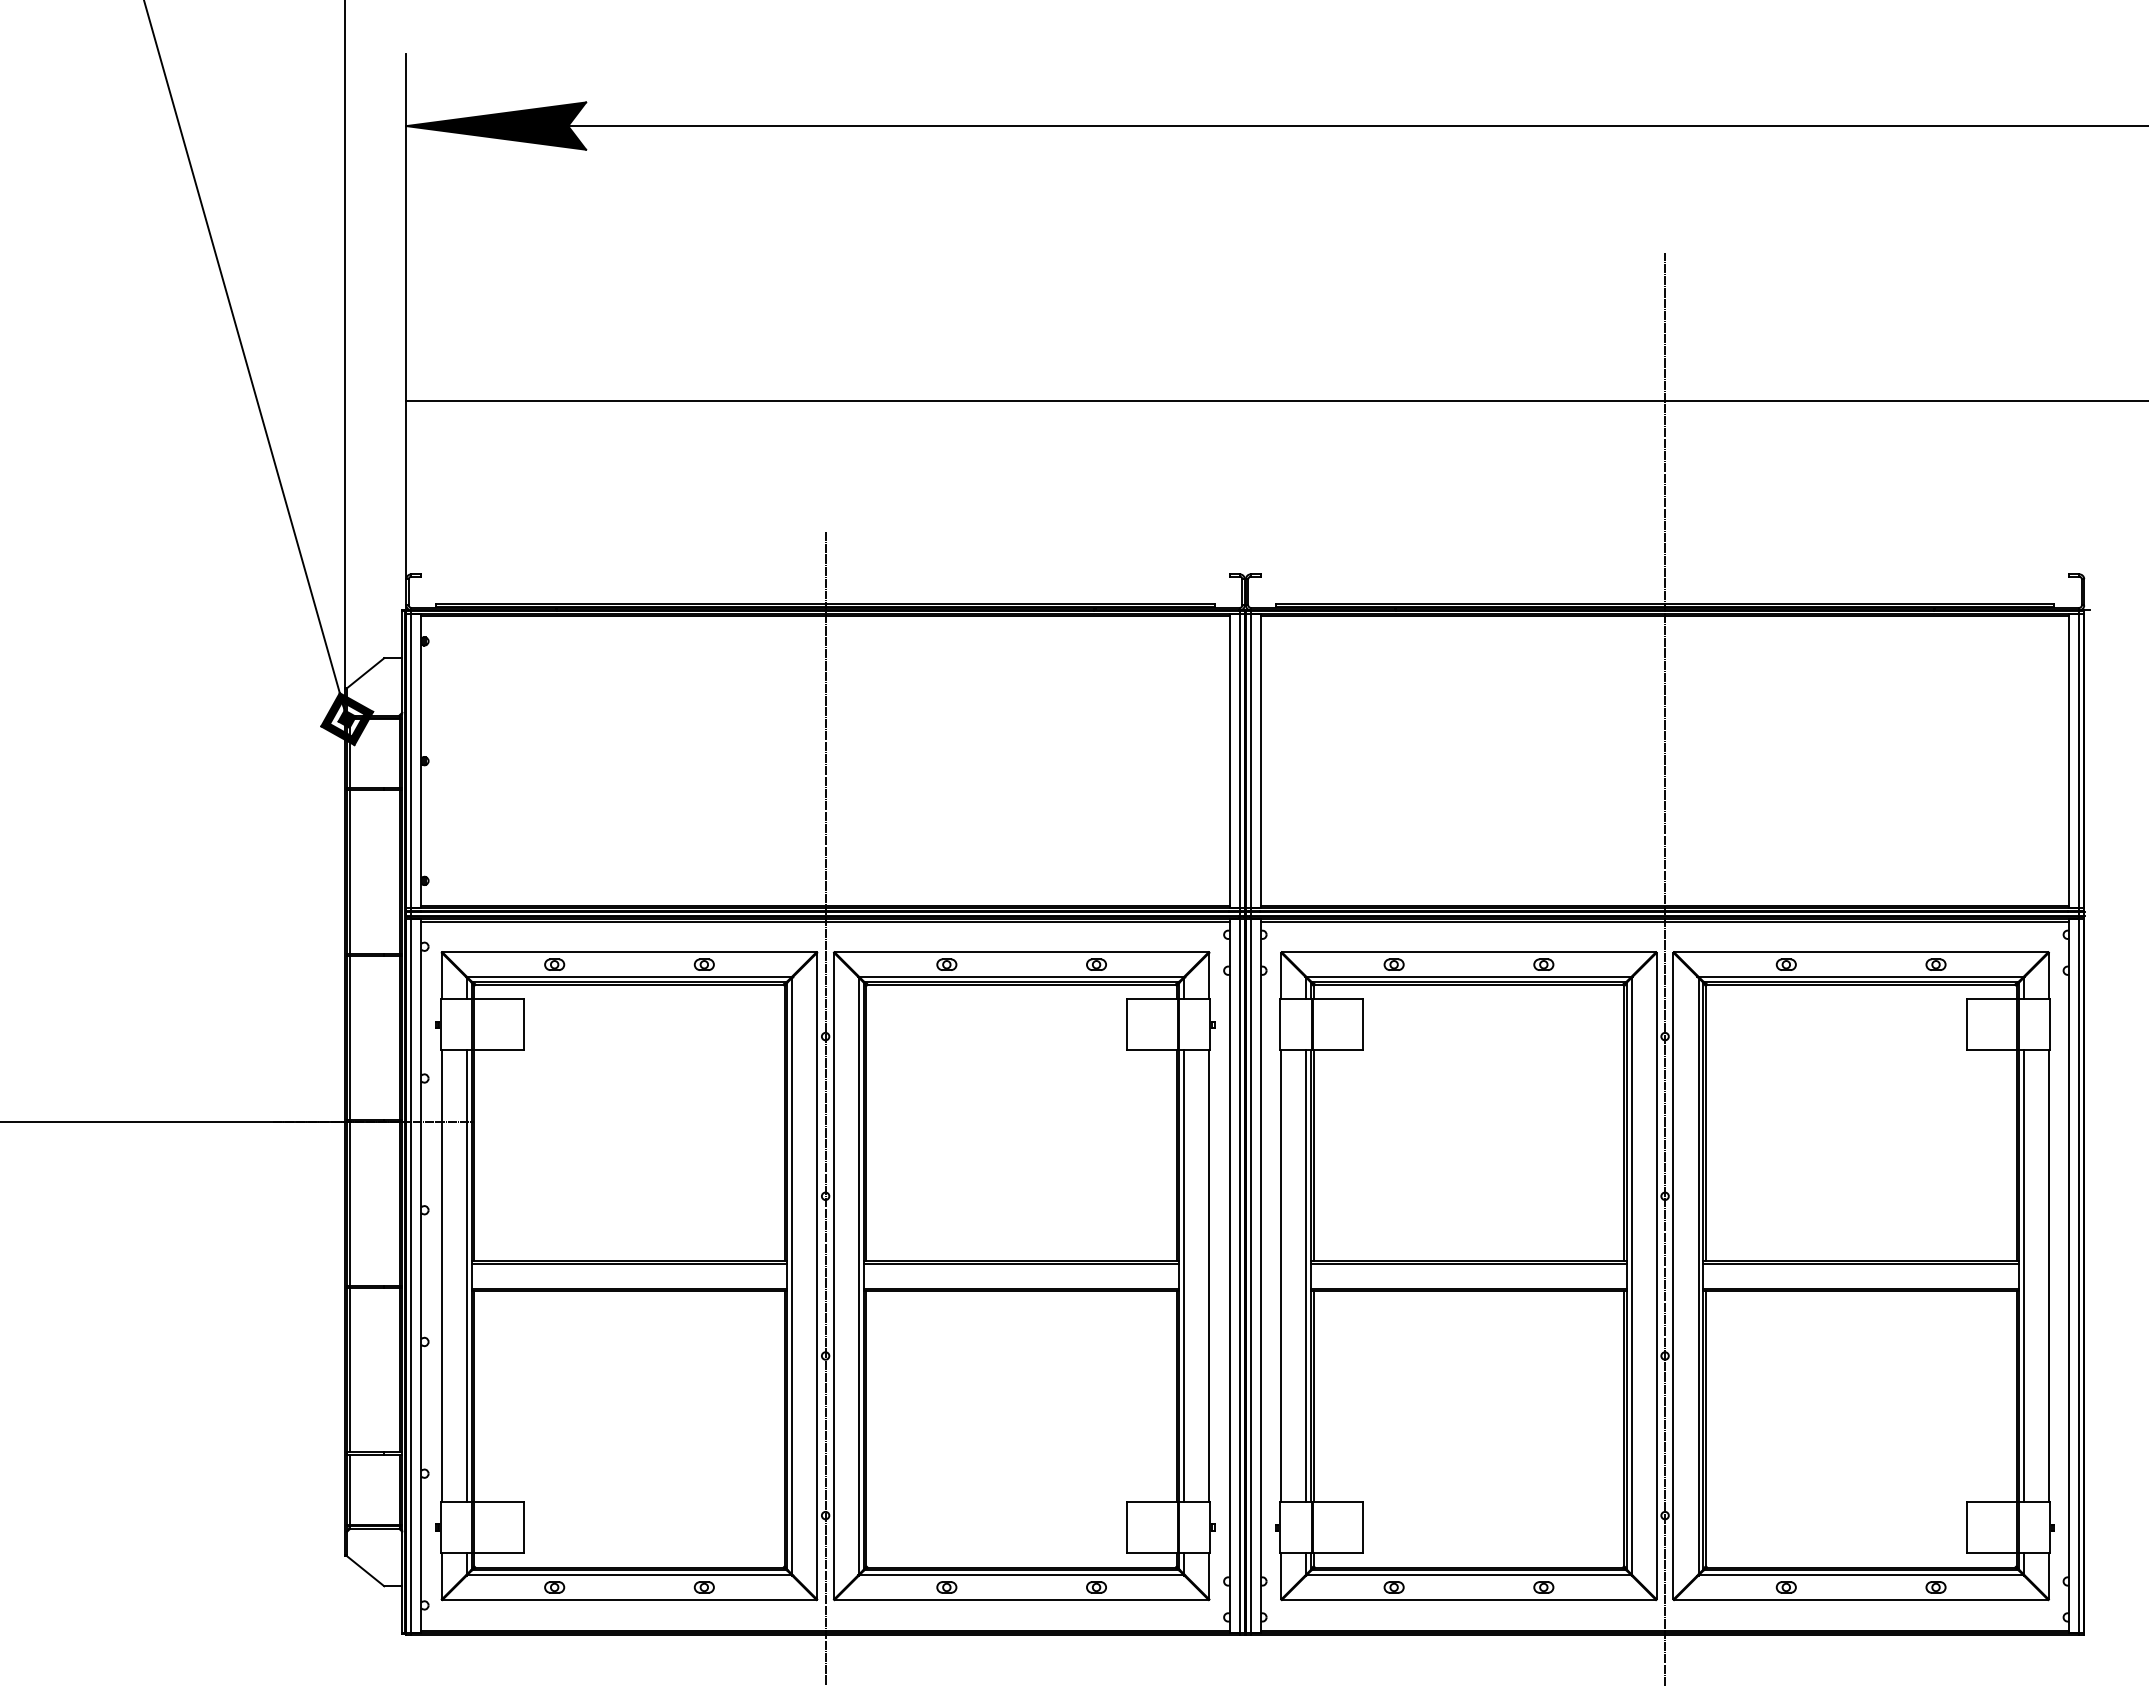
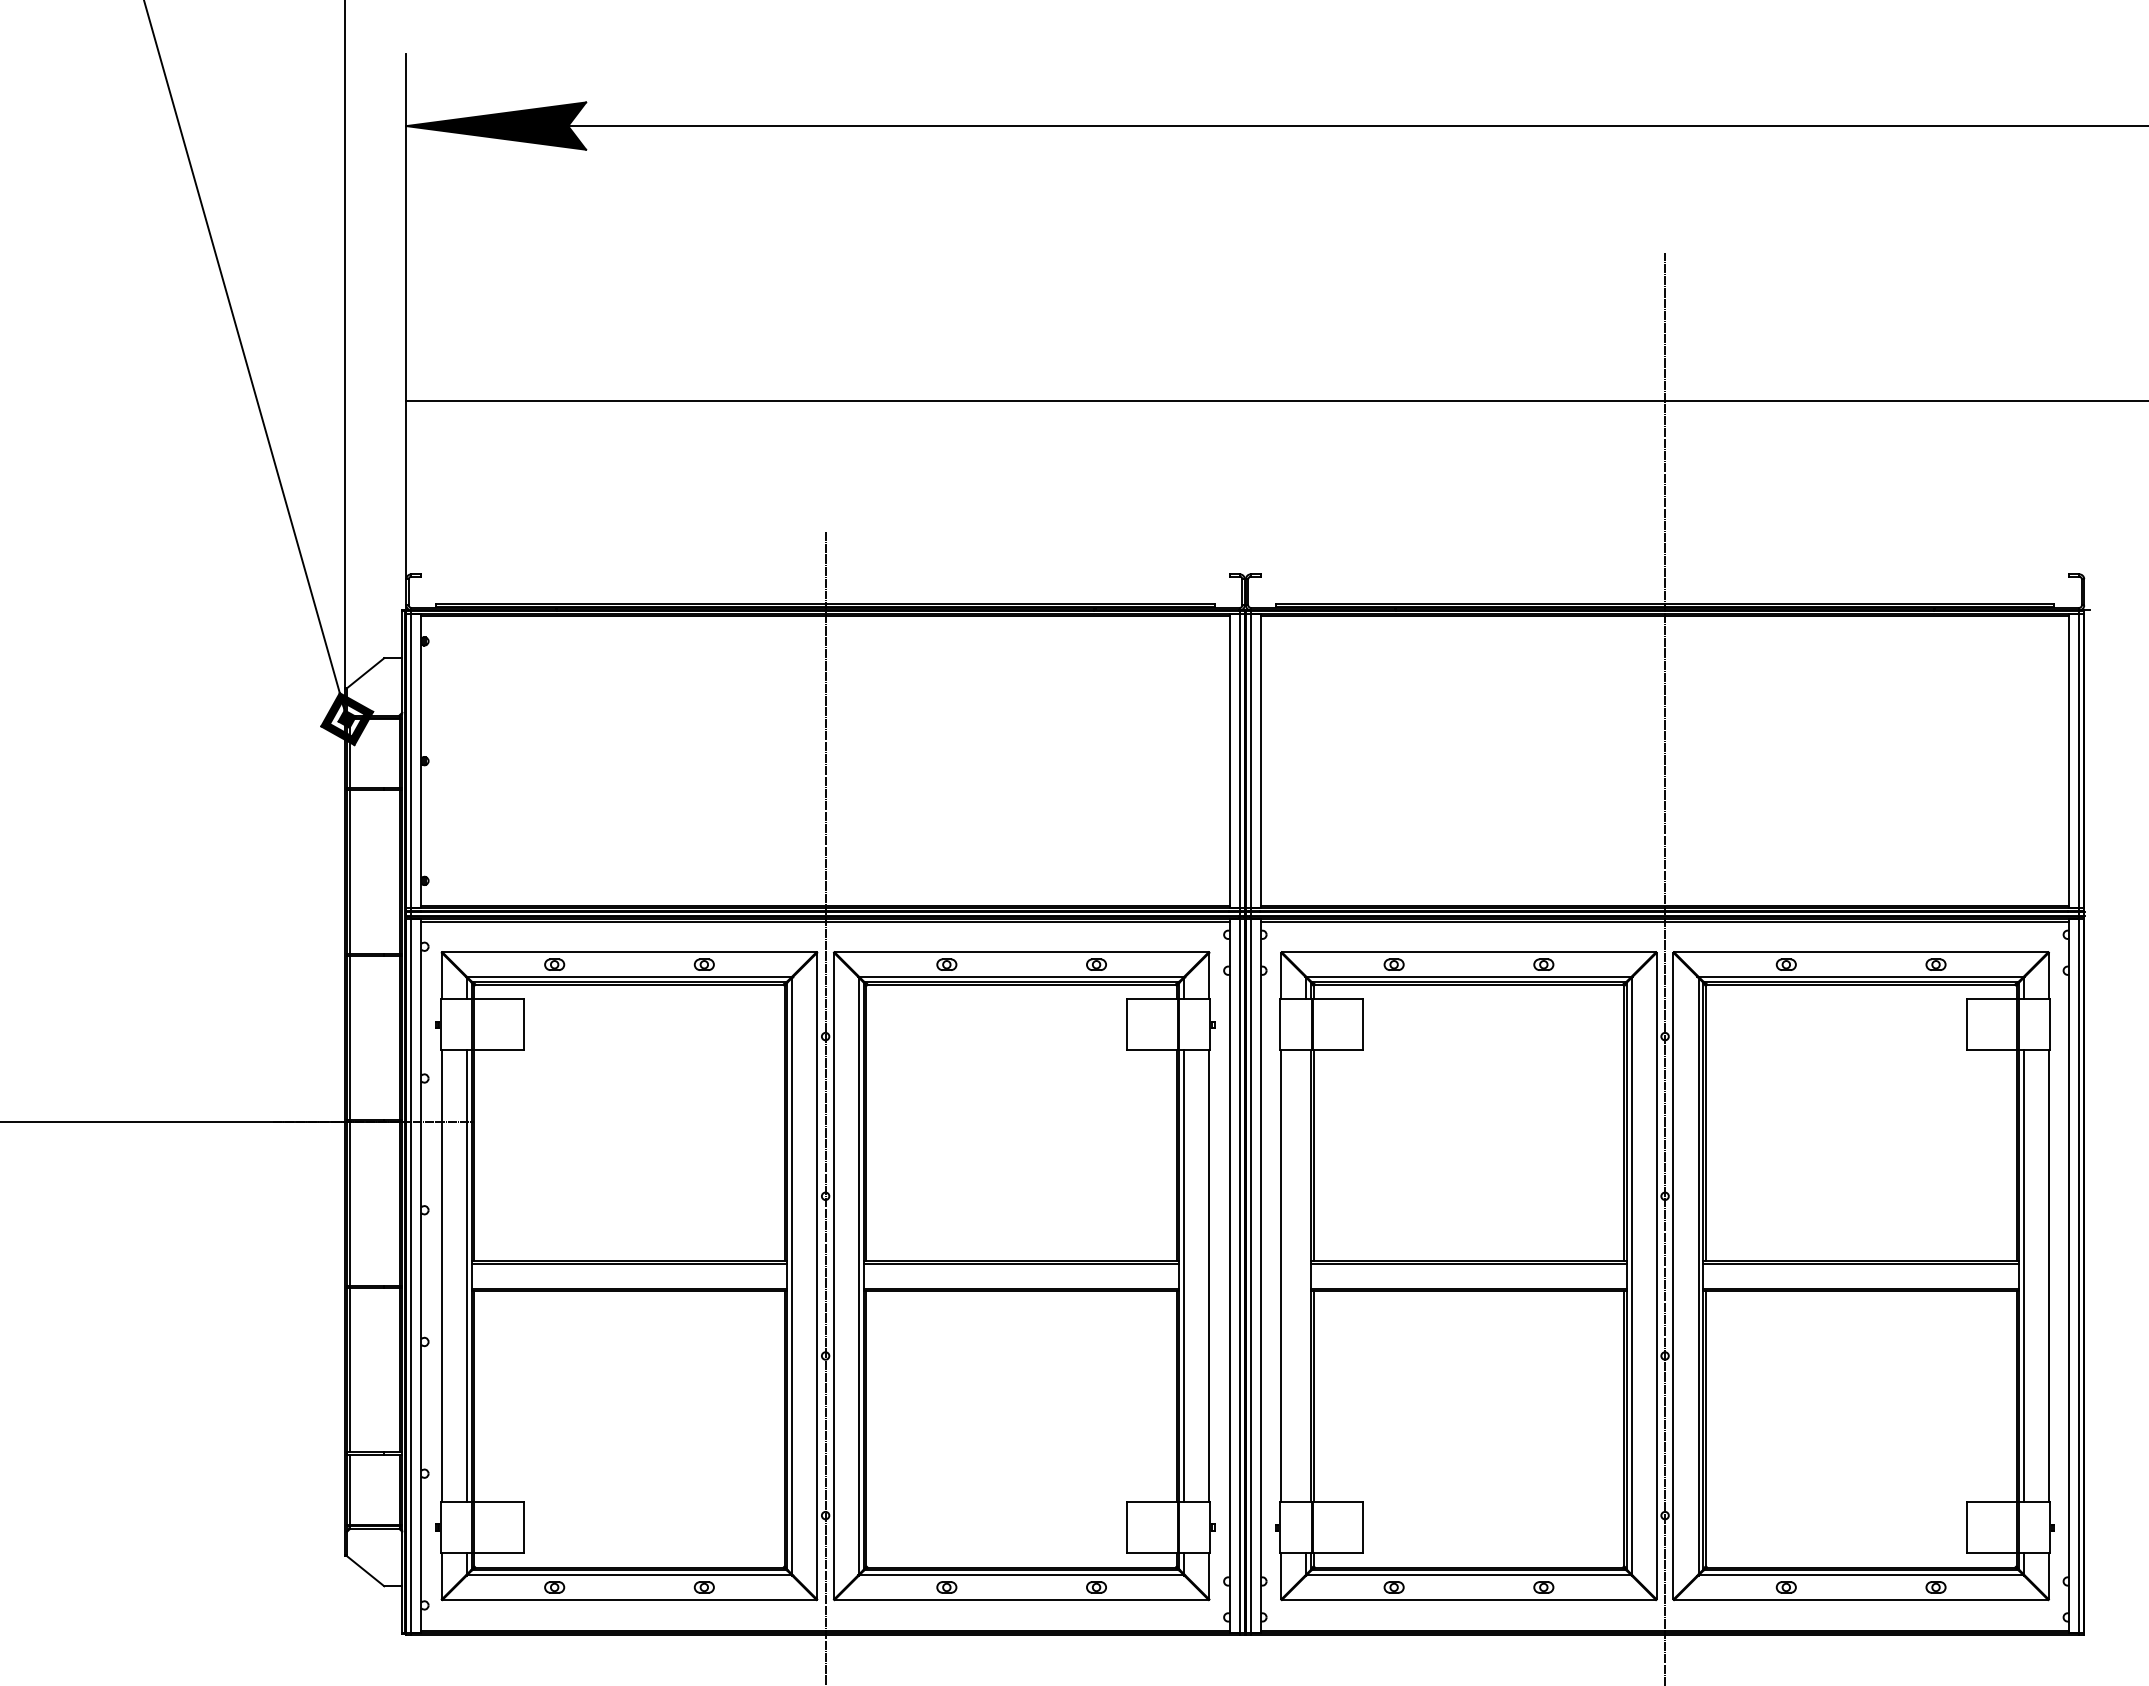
line at (1306, 1275): present -> none
